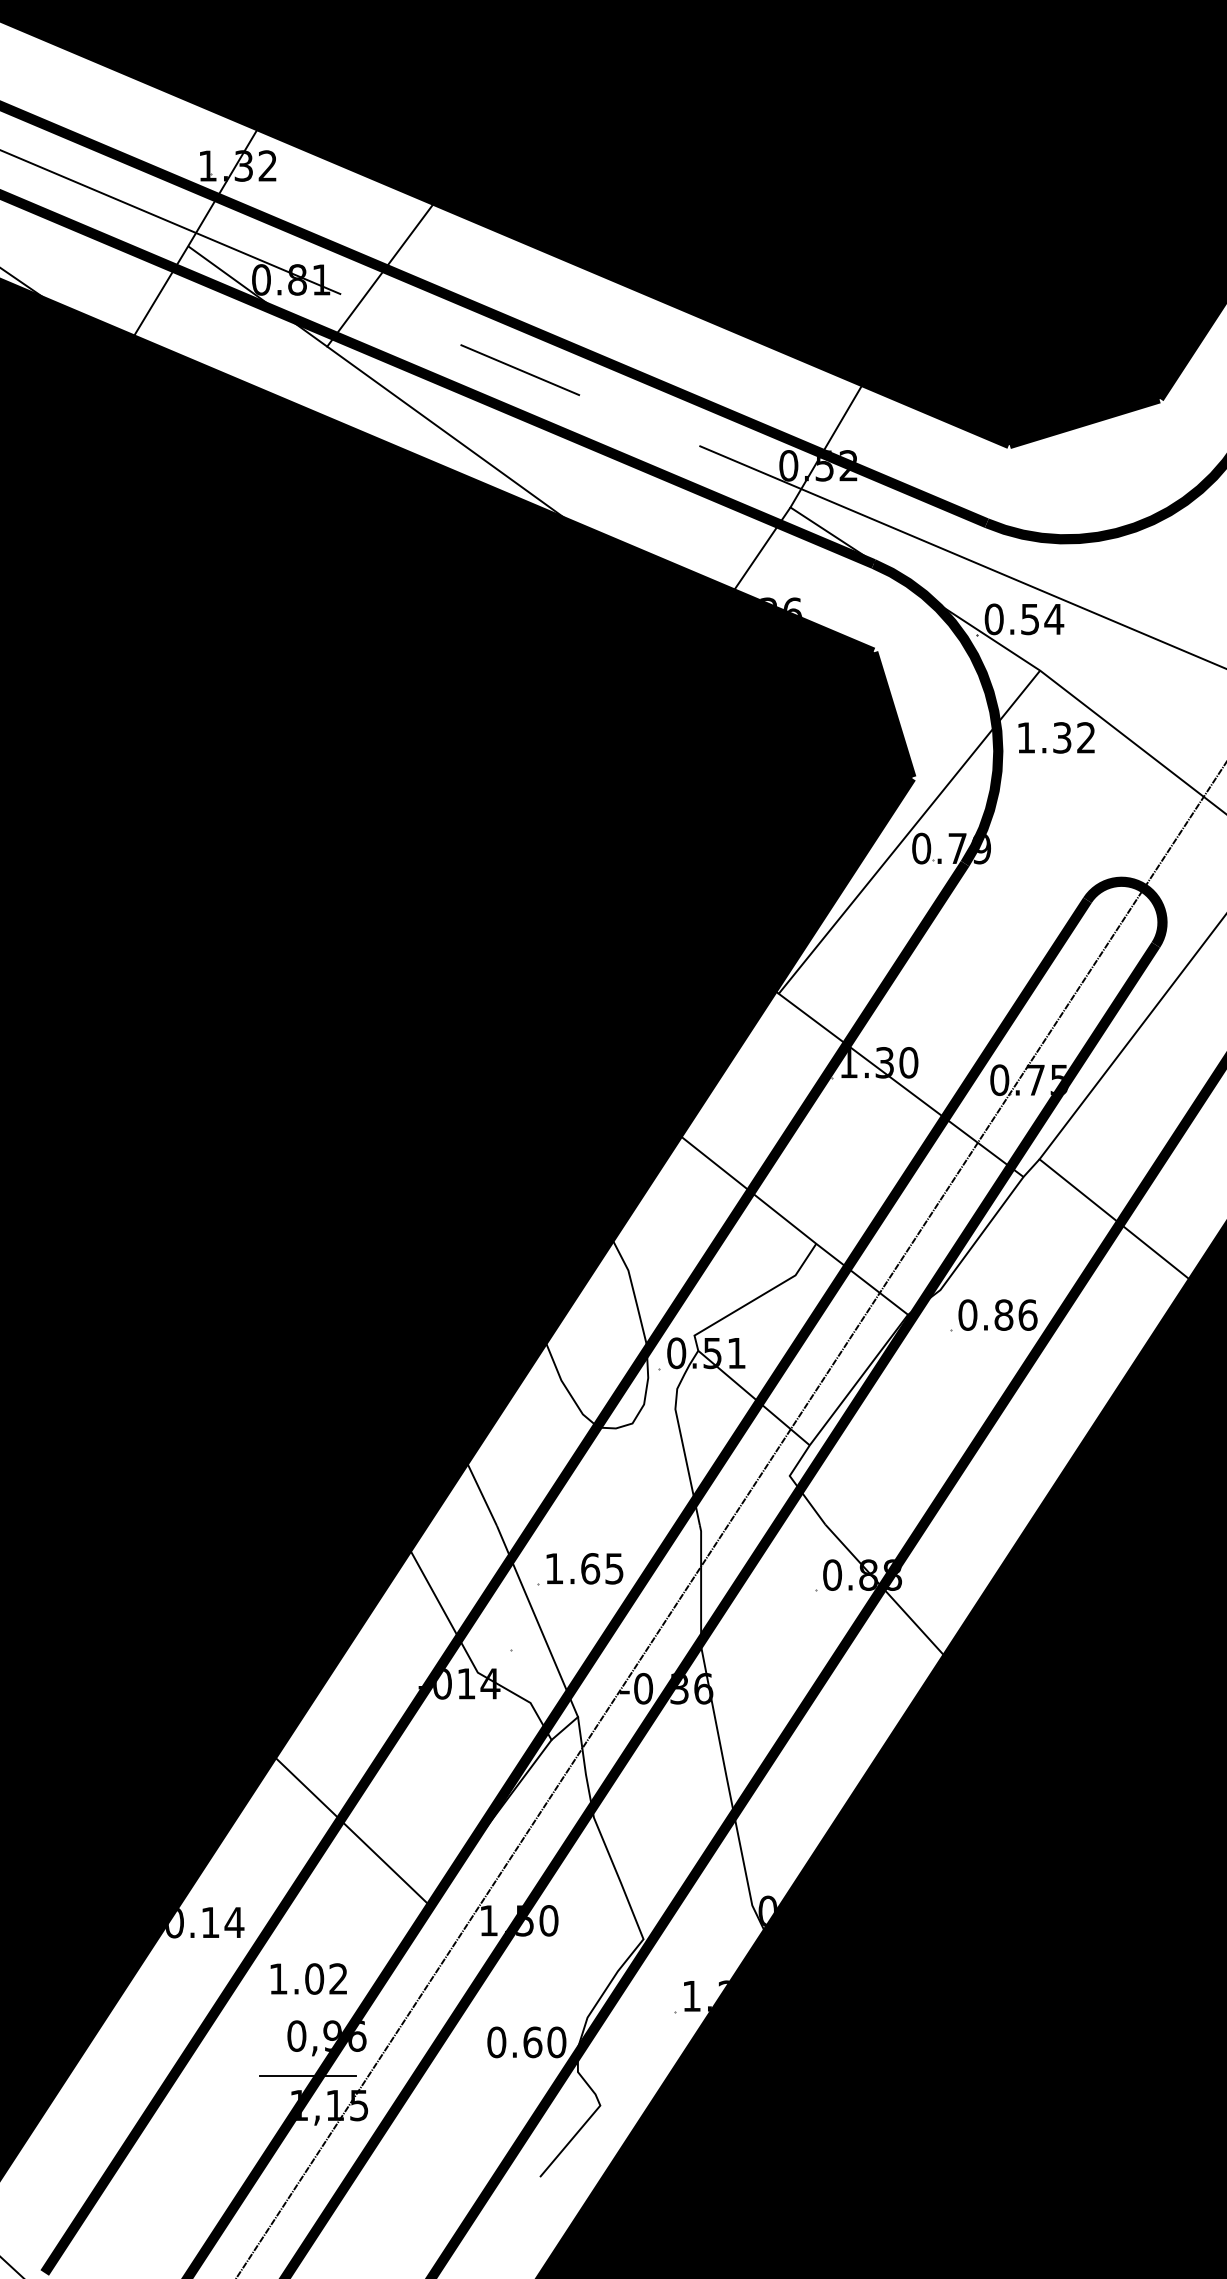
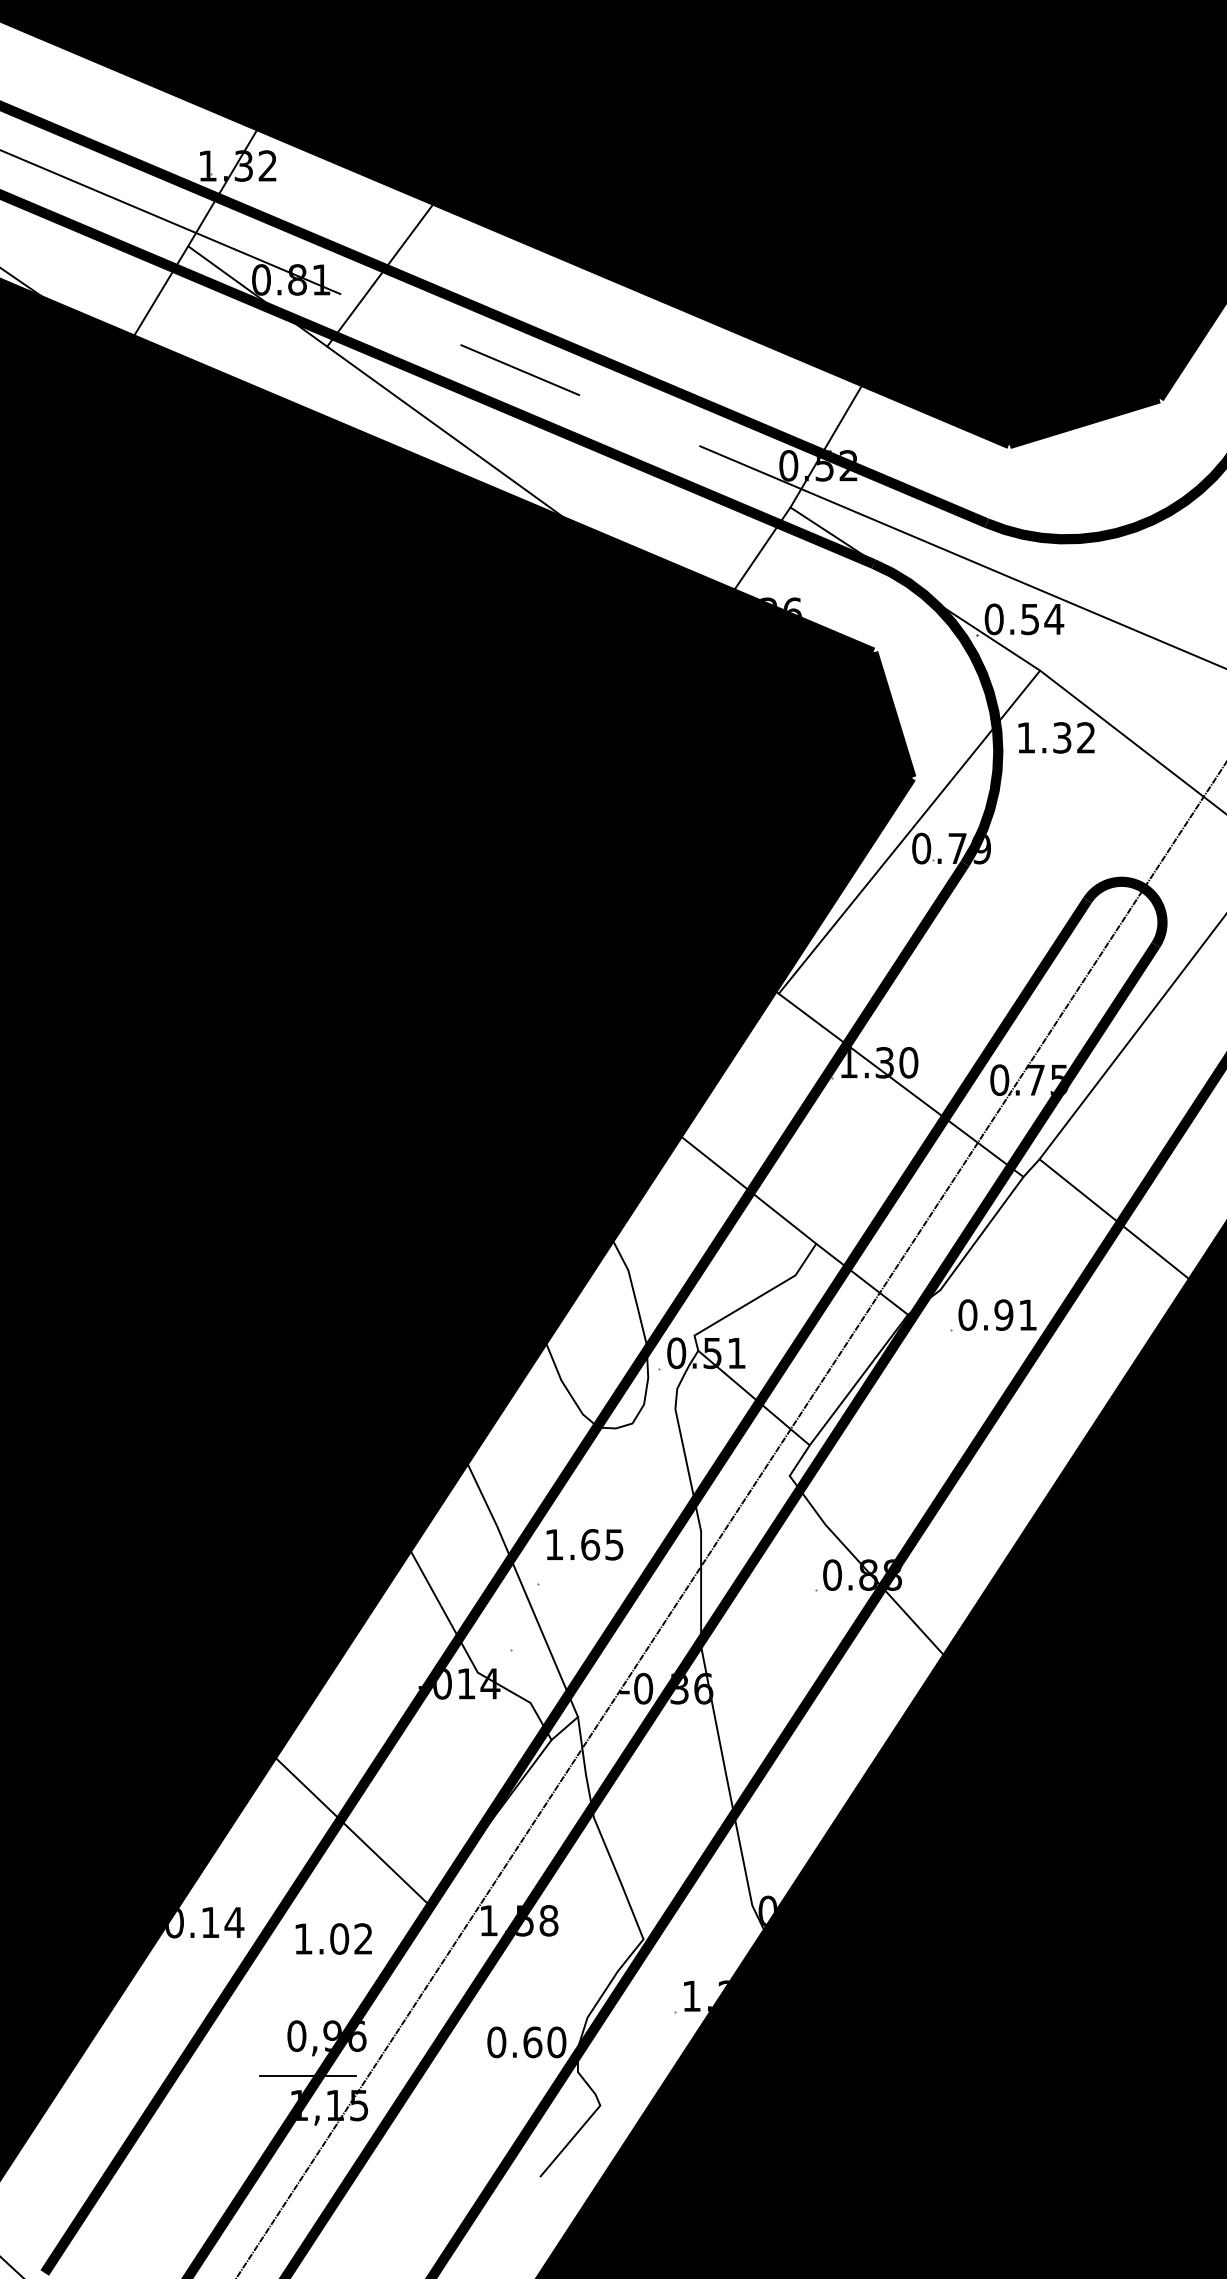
text at (1015, 1314): 0.86 -> 0.91
text at (584, 1568) position: (584, 1568) -> (584, 1544)
text at (548, 1920): 1.50 -> 1.58
text at (308, 1978) position: (308, 1978) -> (333, 1938)
